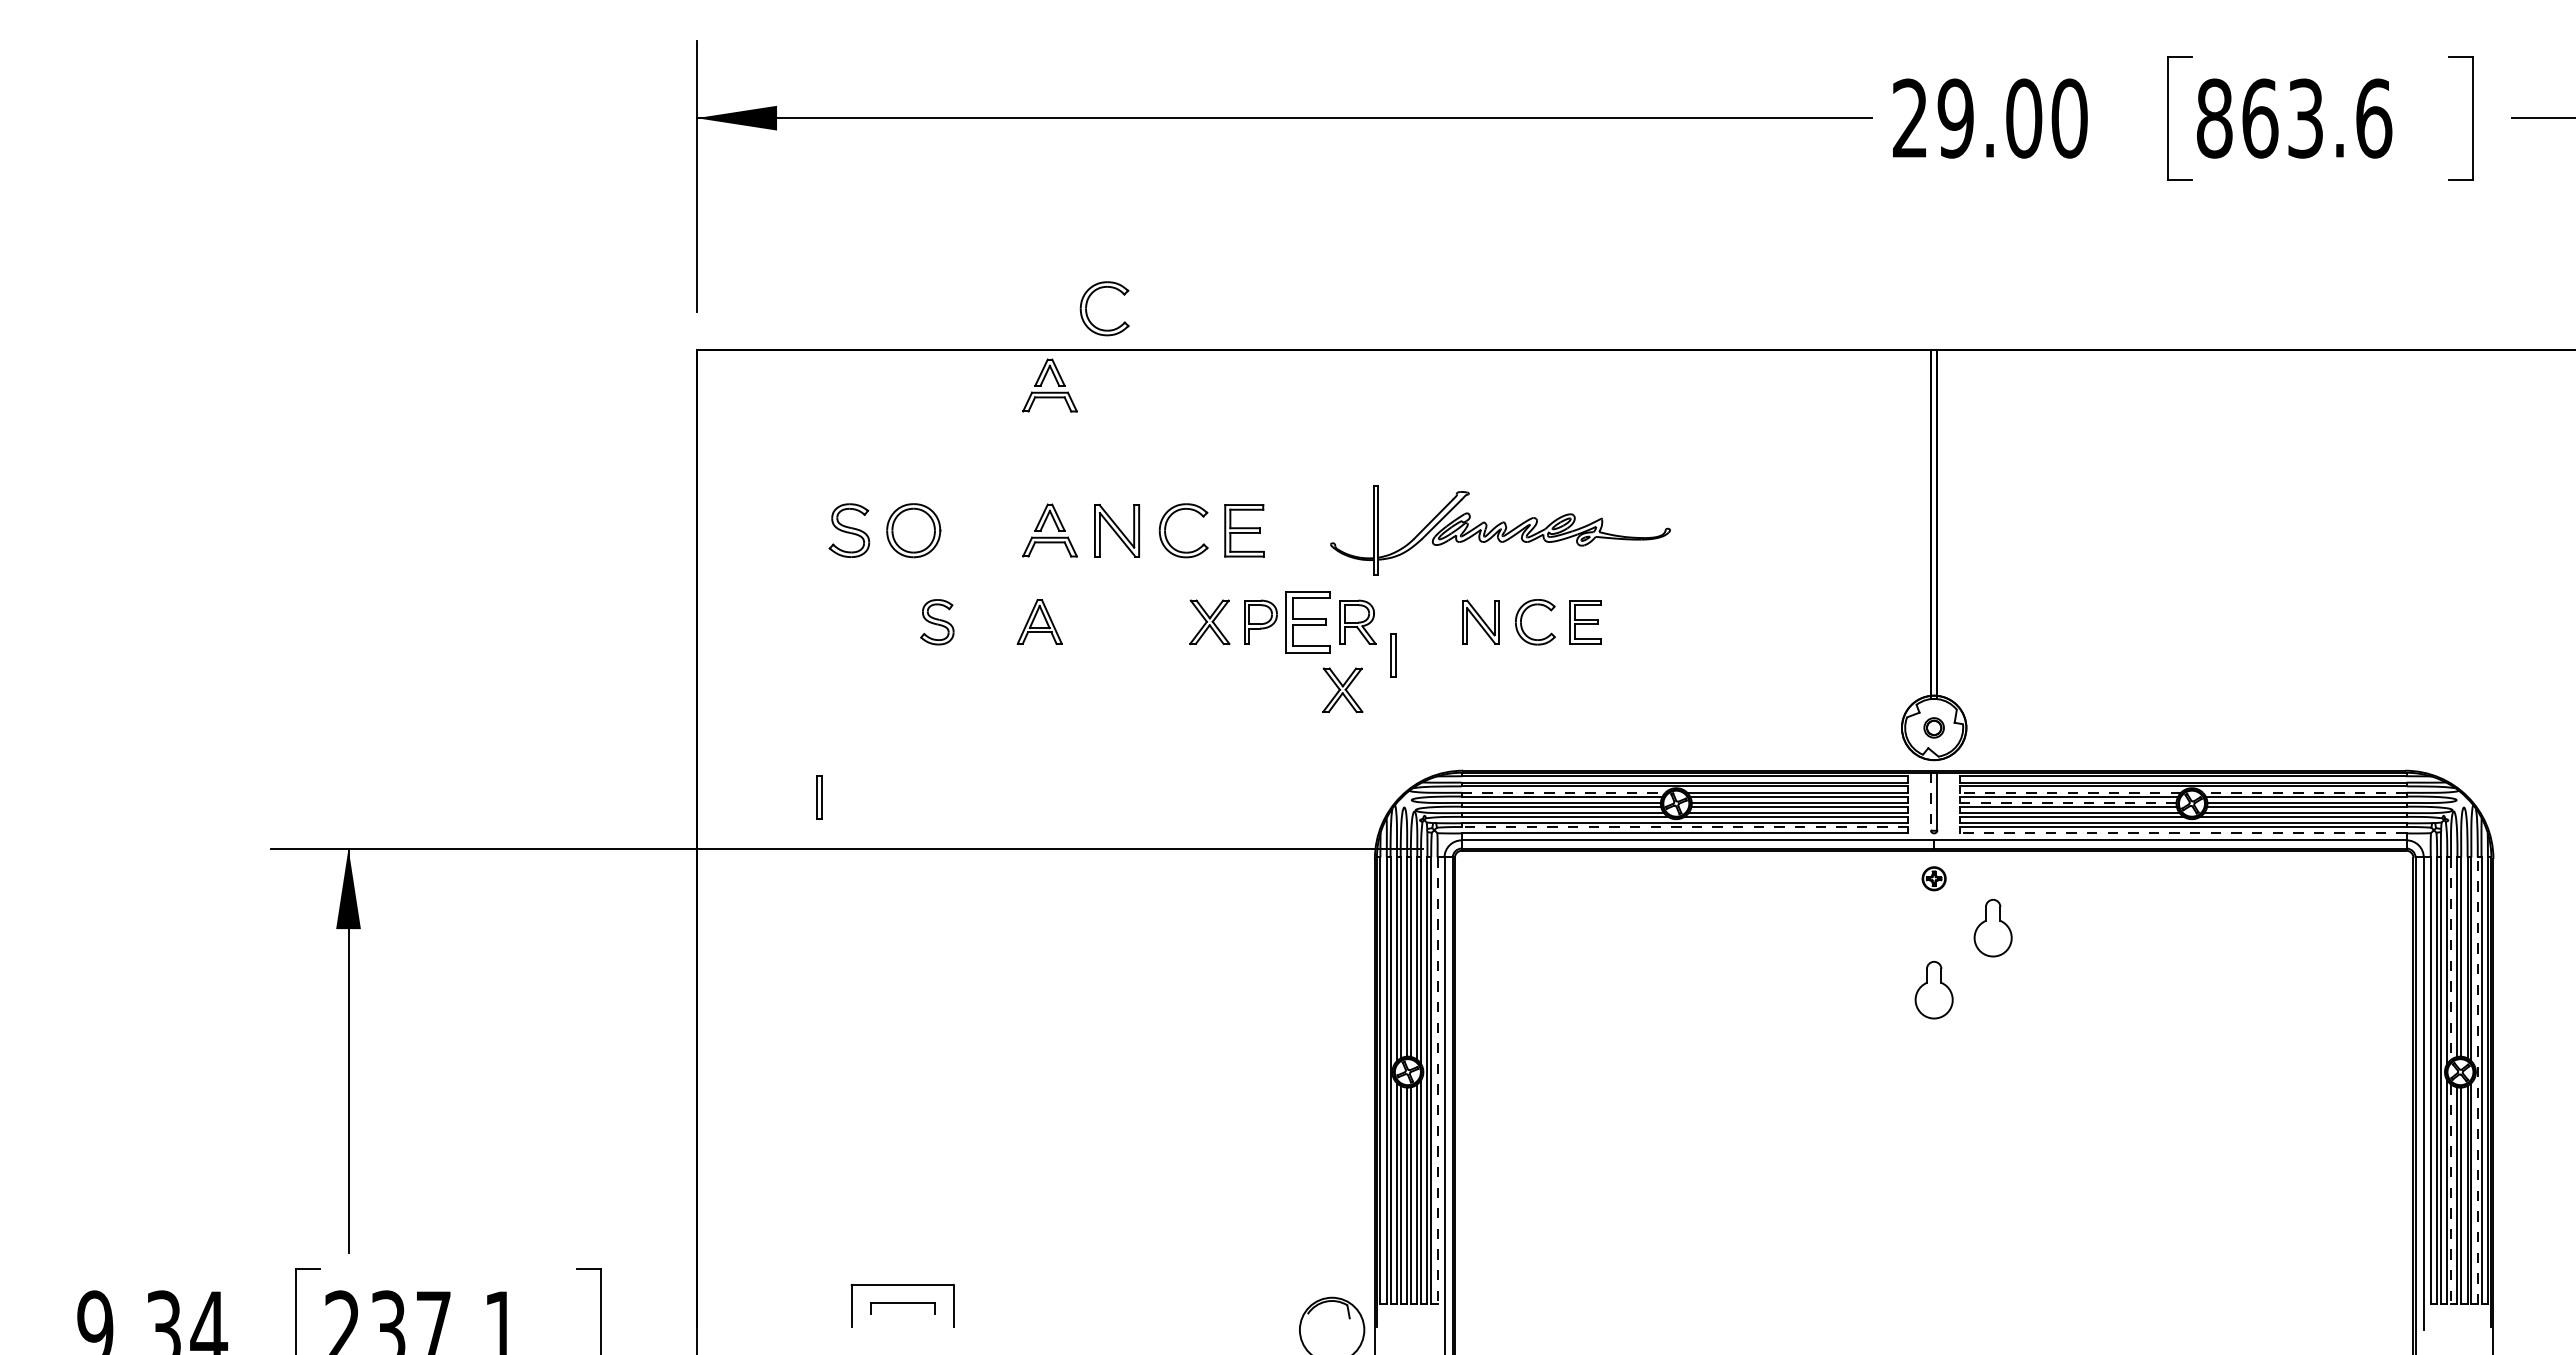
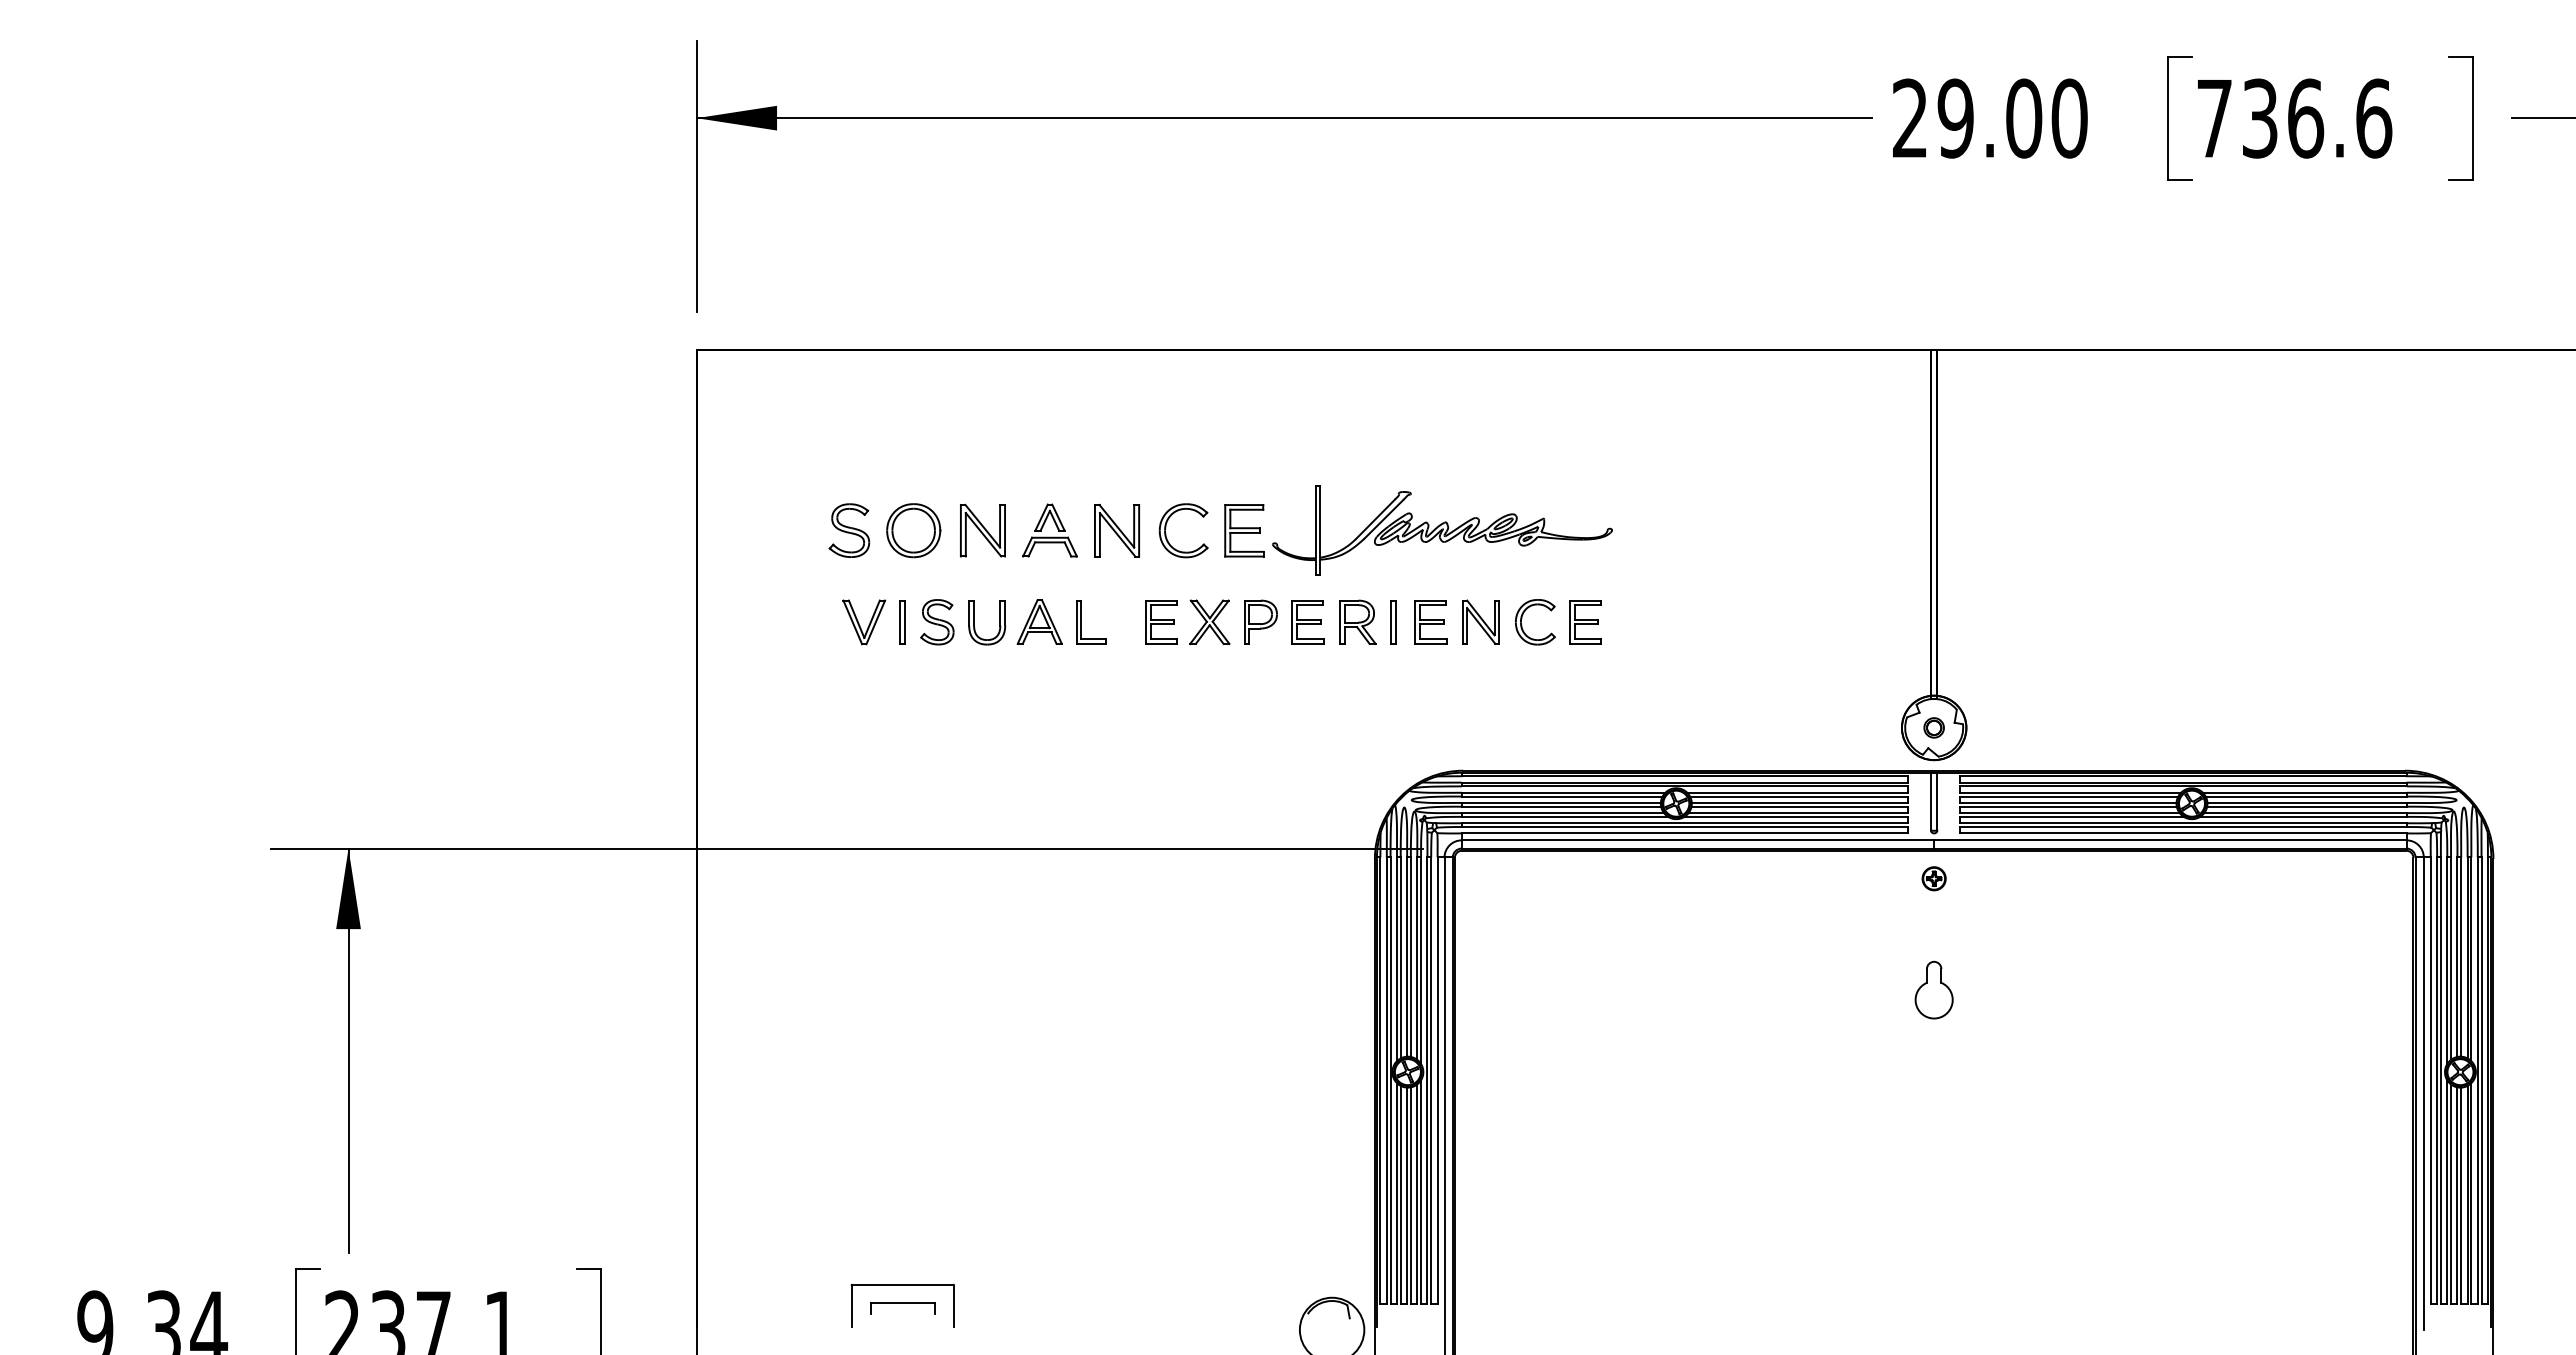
text at (2260, 118): 863.6 -> 736.6
part at (1087, 306): present -> none
part at (1049, 385): present -> none
part at (982, 530): none -> present
part at (1500, 530) position: (1500, 530) -> (1442, 530)
part at (864, 622): none -> present
part at (999, 622): none -> present
part at (1081, 622): none -> present
part at (1161, 622): none -> present
part at (1307, 622) size: 46x63 px -> 34x45 px
part at (1430, 622): none -> present
part at (1393, 655) position: (1393, 655) -> (1393, 622)
part at (1342, 689): present -> none
line at (1563, 792): dashed -> solid
line at (2070, 792): dashed -> solid
line at (2304, 792): dashed -> solid
part at (819, 797) position: (819, 797) -> (902, 622)
line at (1930, 801): dashed -> solid
line at (2067, 802): dashed -> solid
line at (1684, 827): dashed -> solid
line at (2182, 833): dashed -> solid
part at (1992, 927): present -> none
line at (2451, 959): dashed -> solid
line at (2477, 1080): dashed -> solid
line at (1437, 1081): dashed -> solid
line at (2451, 1194): dashed -> solid
